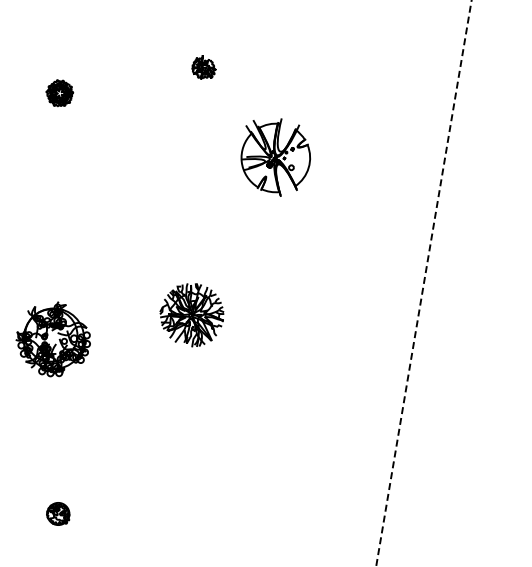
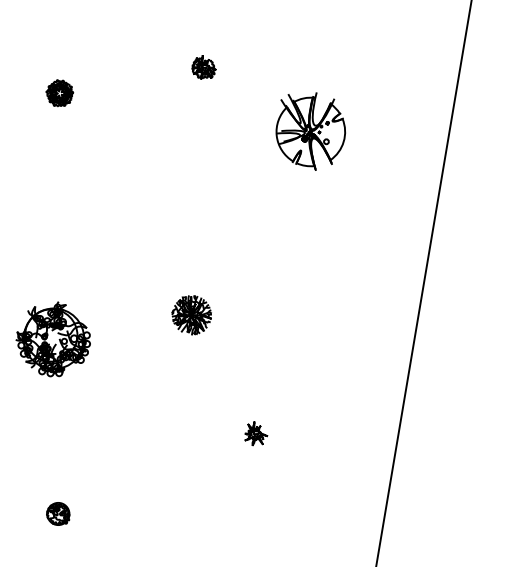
part at (275, 157) position: (275, 157) -> (310, 131)
line at (423, 283): dashed -> solid
part at (191, 315) size: 66x65 px -> 41x41 px
part at (256, 433): none -> present
